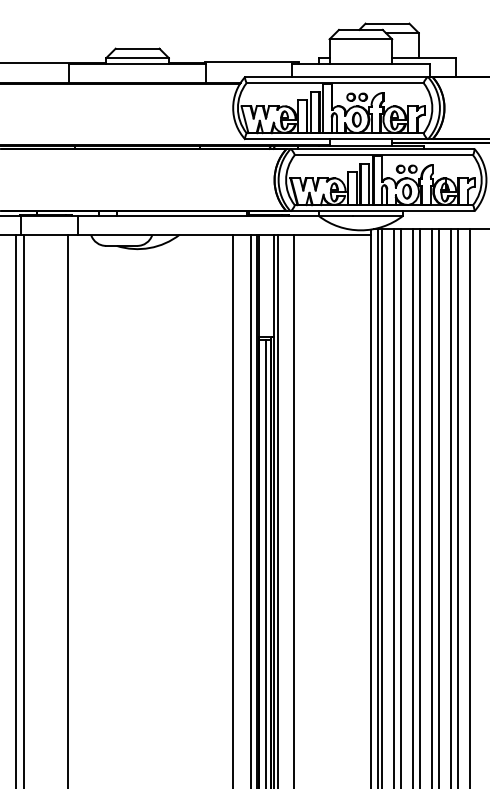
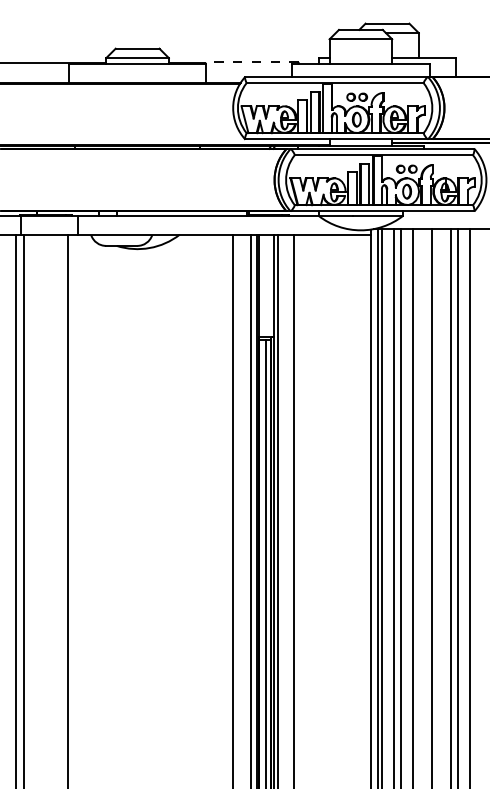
line at (252, 62): solid -> dashed
line at (420, 507): present -> none
line at (439, 507): present -> none
